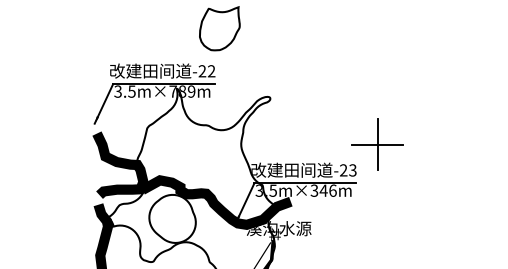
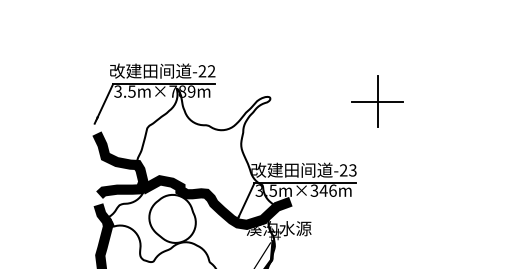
part at (219, 28): present -> none
part at (377, 144) position: (377, 144) -> (377, 101)
